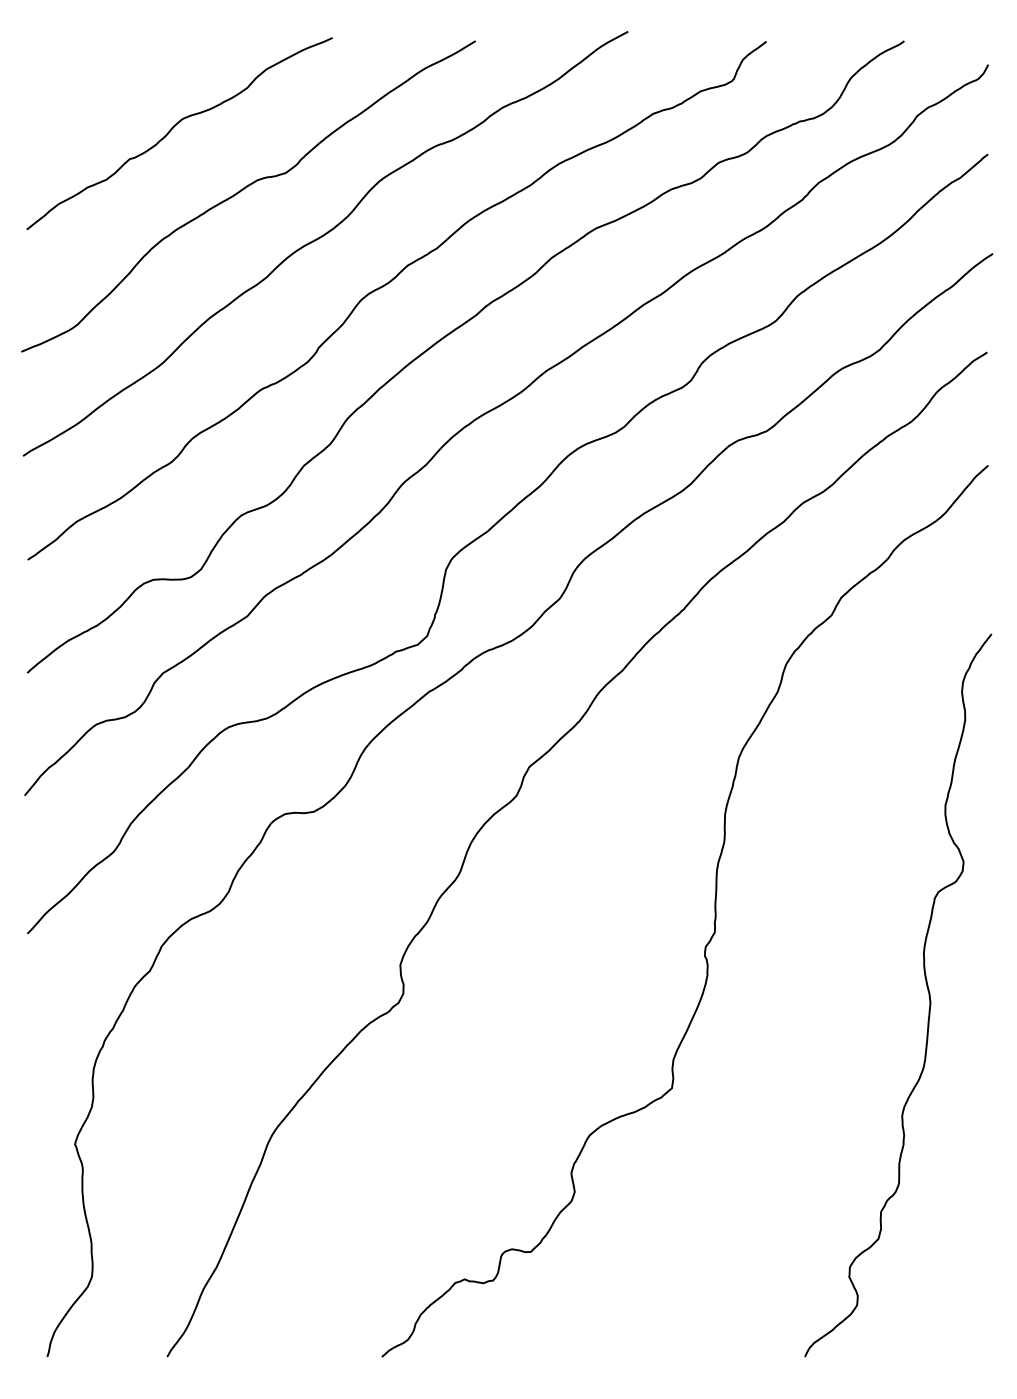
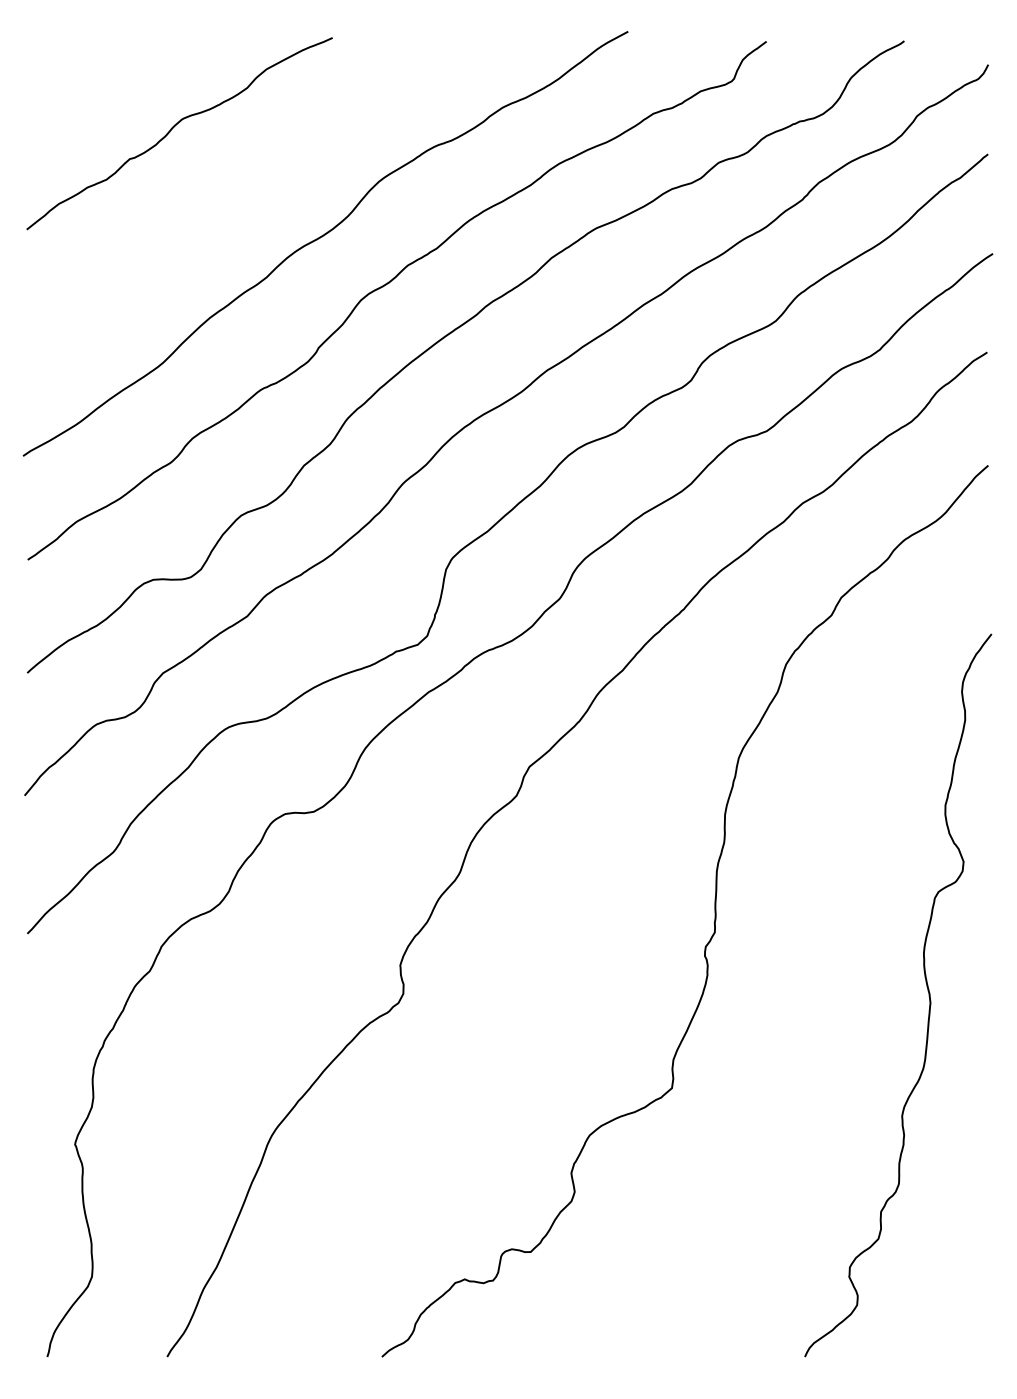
curve at (243, 190): present -> none
